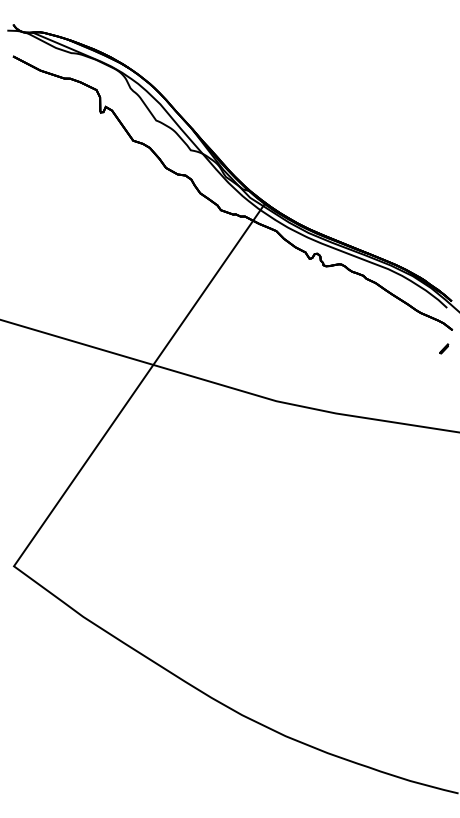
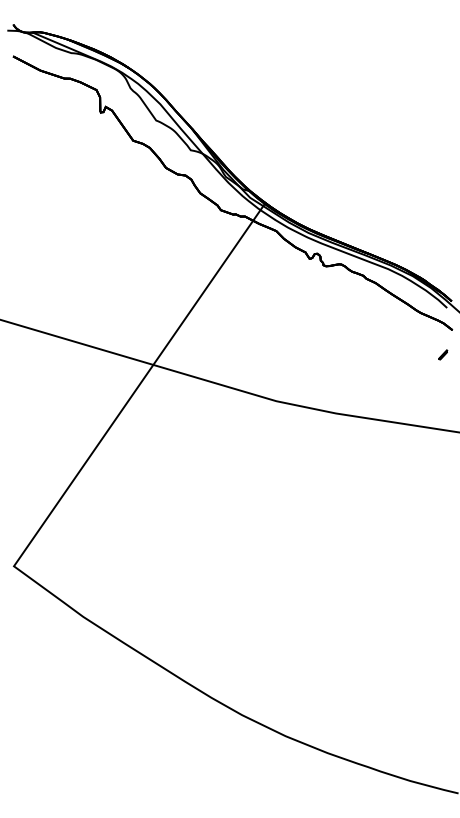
part at (444, 348) position: (444, 348) -> (443, 354)
